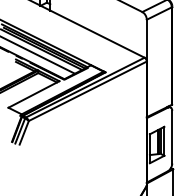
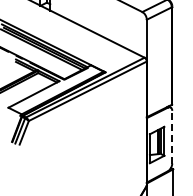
line at (38, 55): present -> none
line at (172, 136): solid -> dashed
